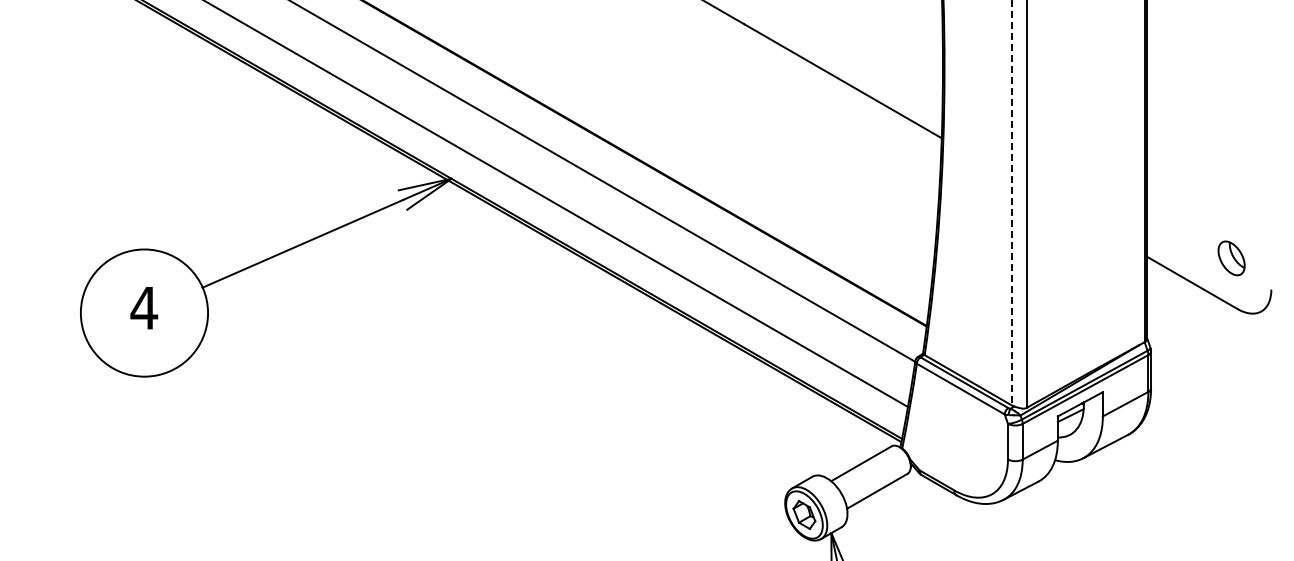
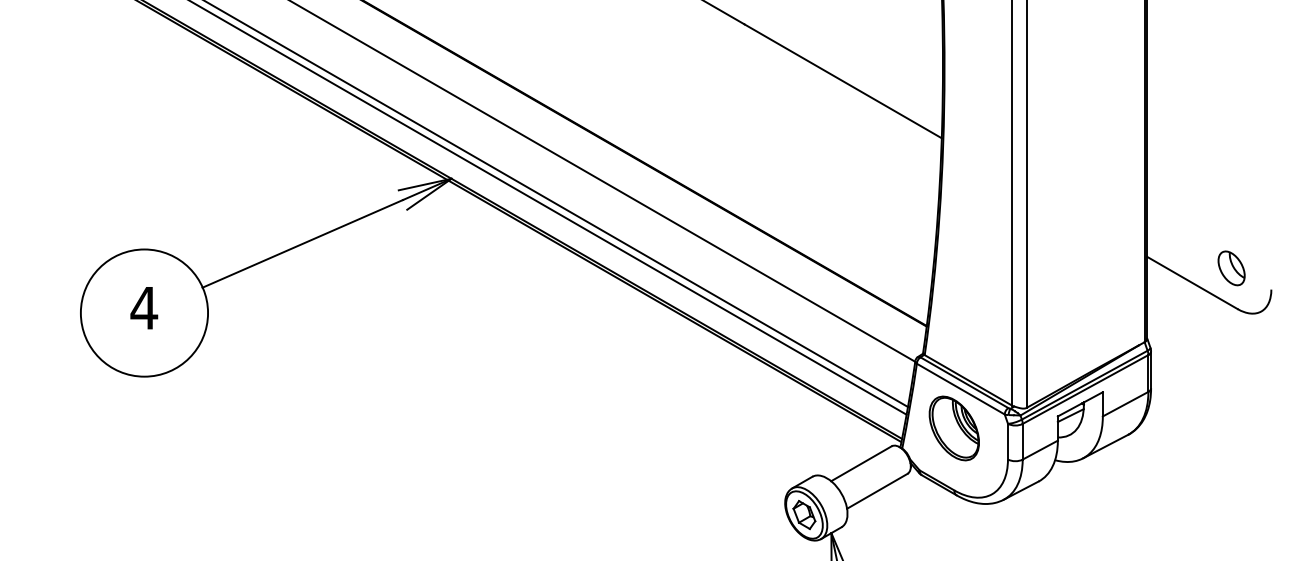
line at (1011, 203): dashed -> solid
line at (549, 208): none -> present
part at (1231, 258) position: (1231, 258) -> (1231, 268)
part at (953, 428): none -> present
